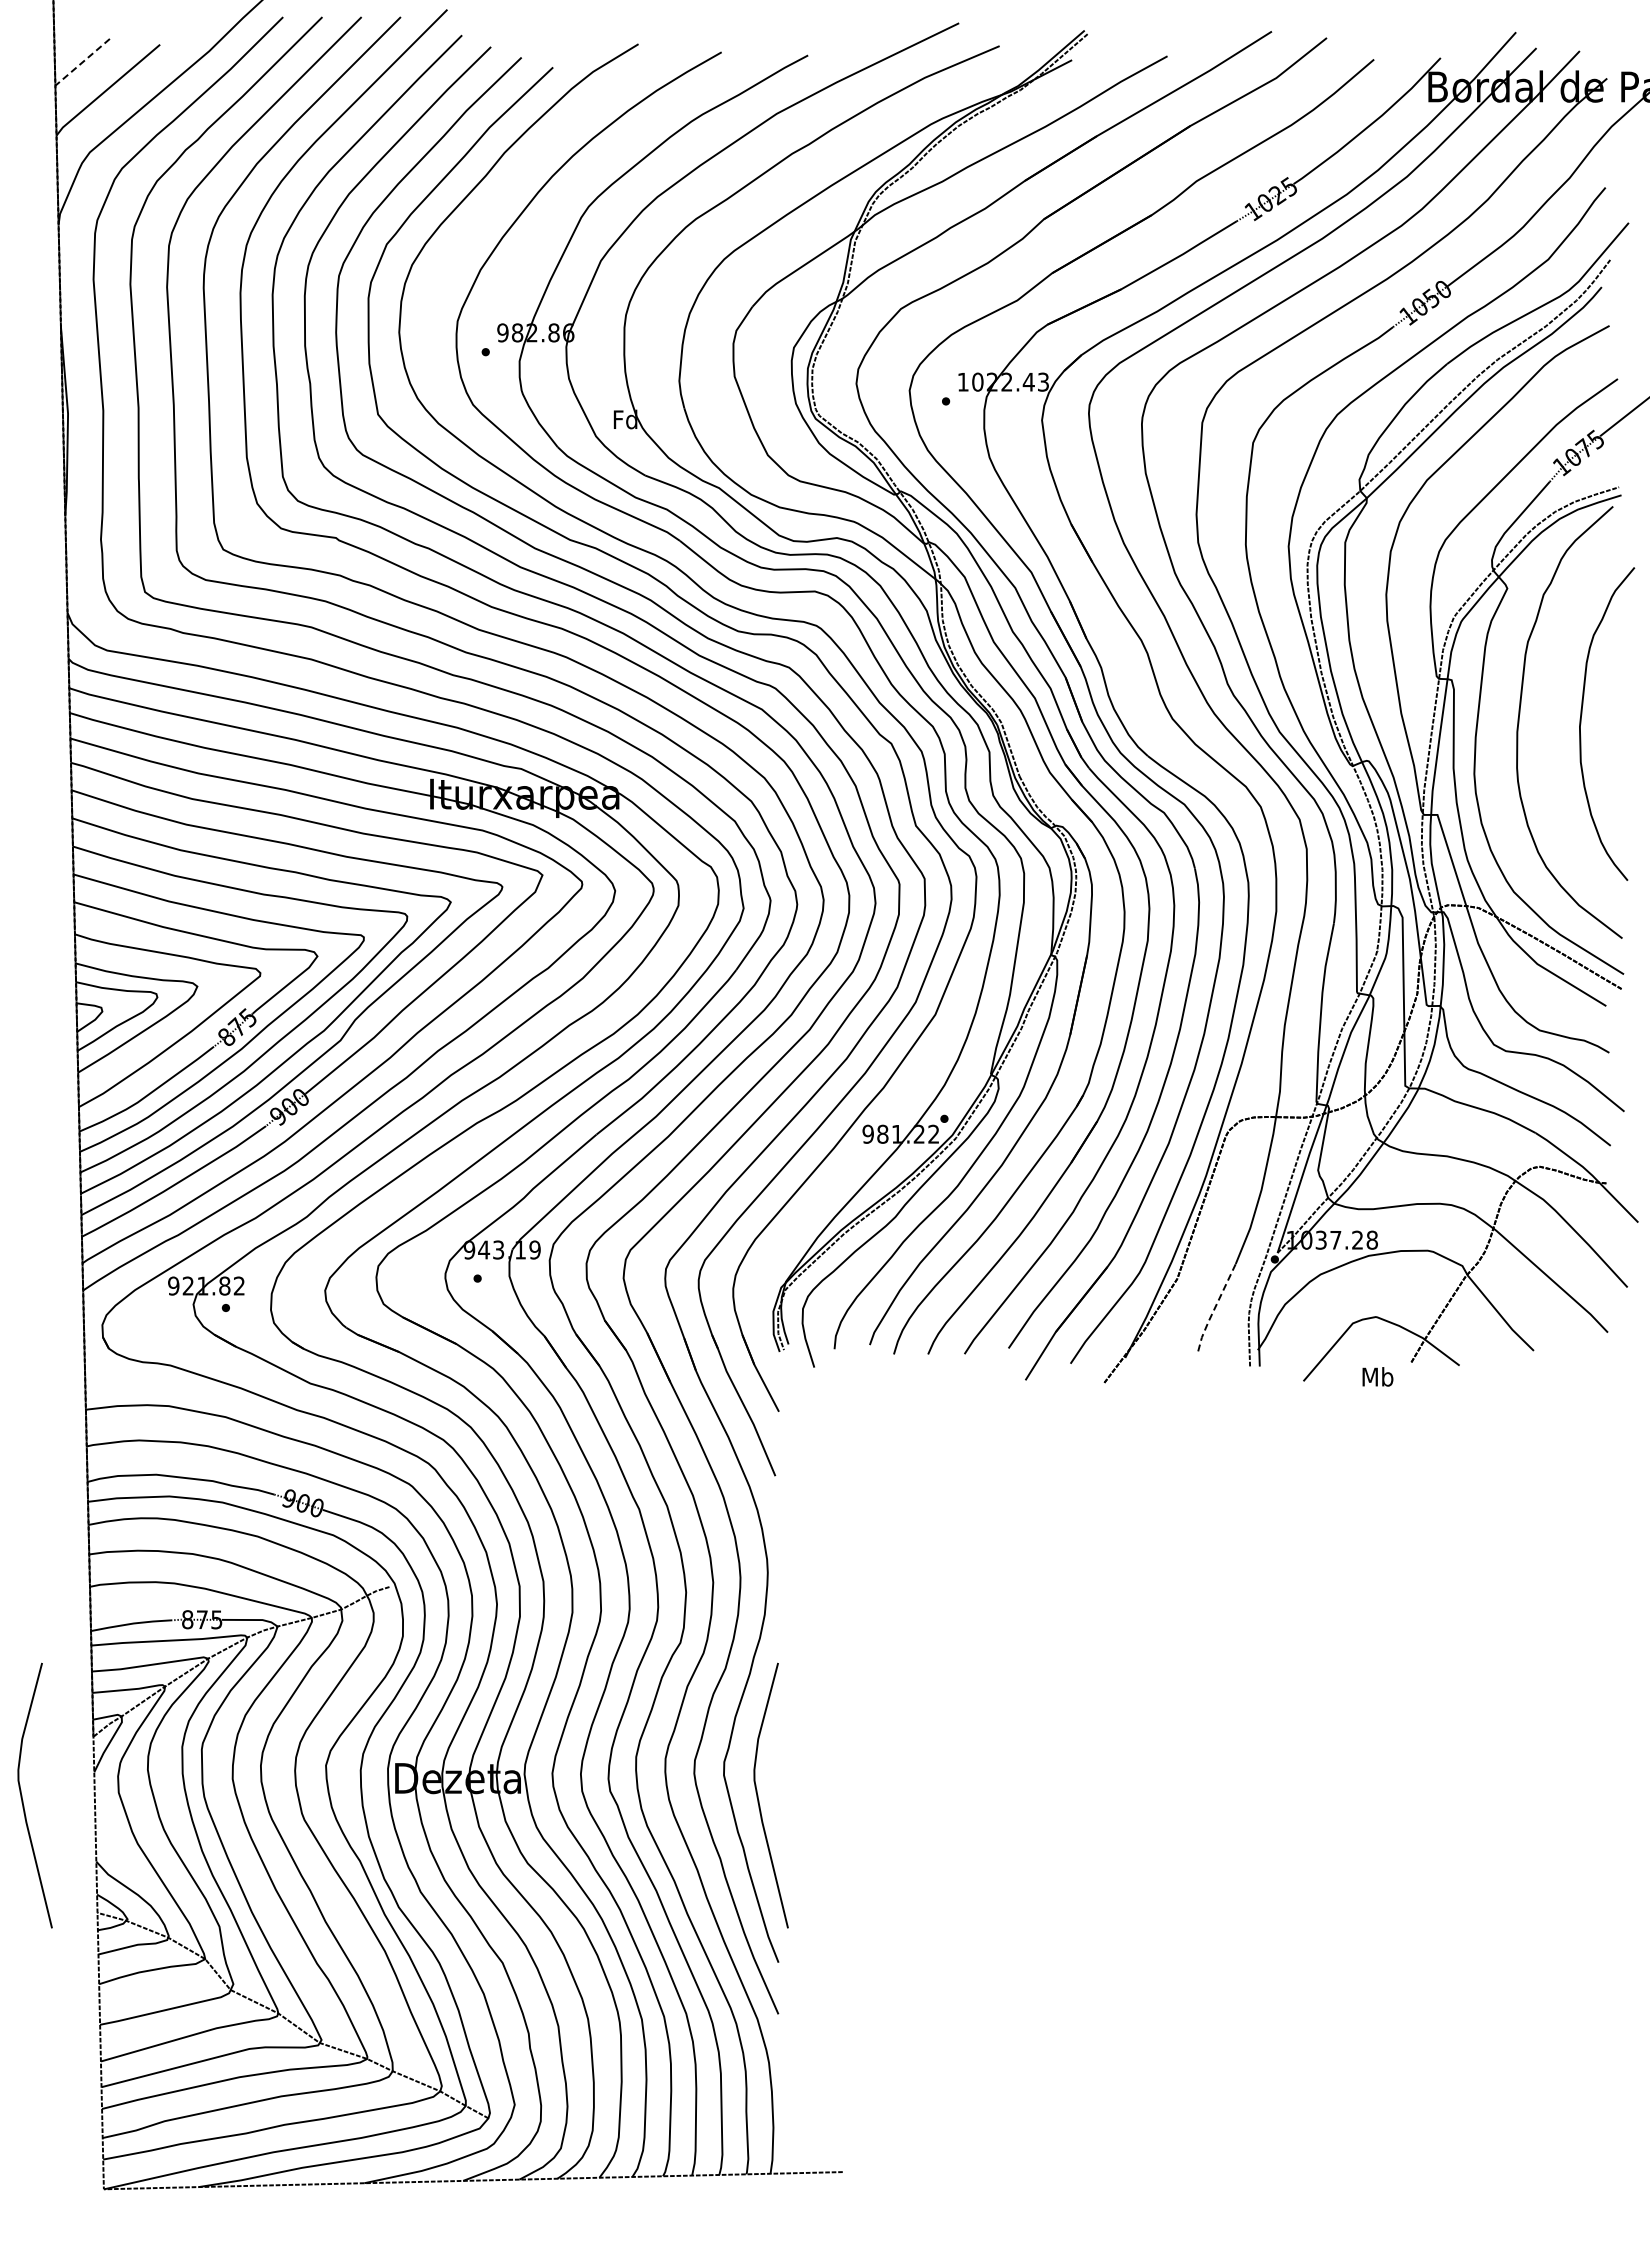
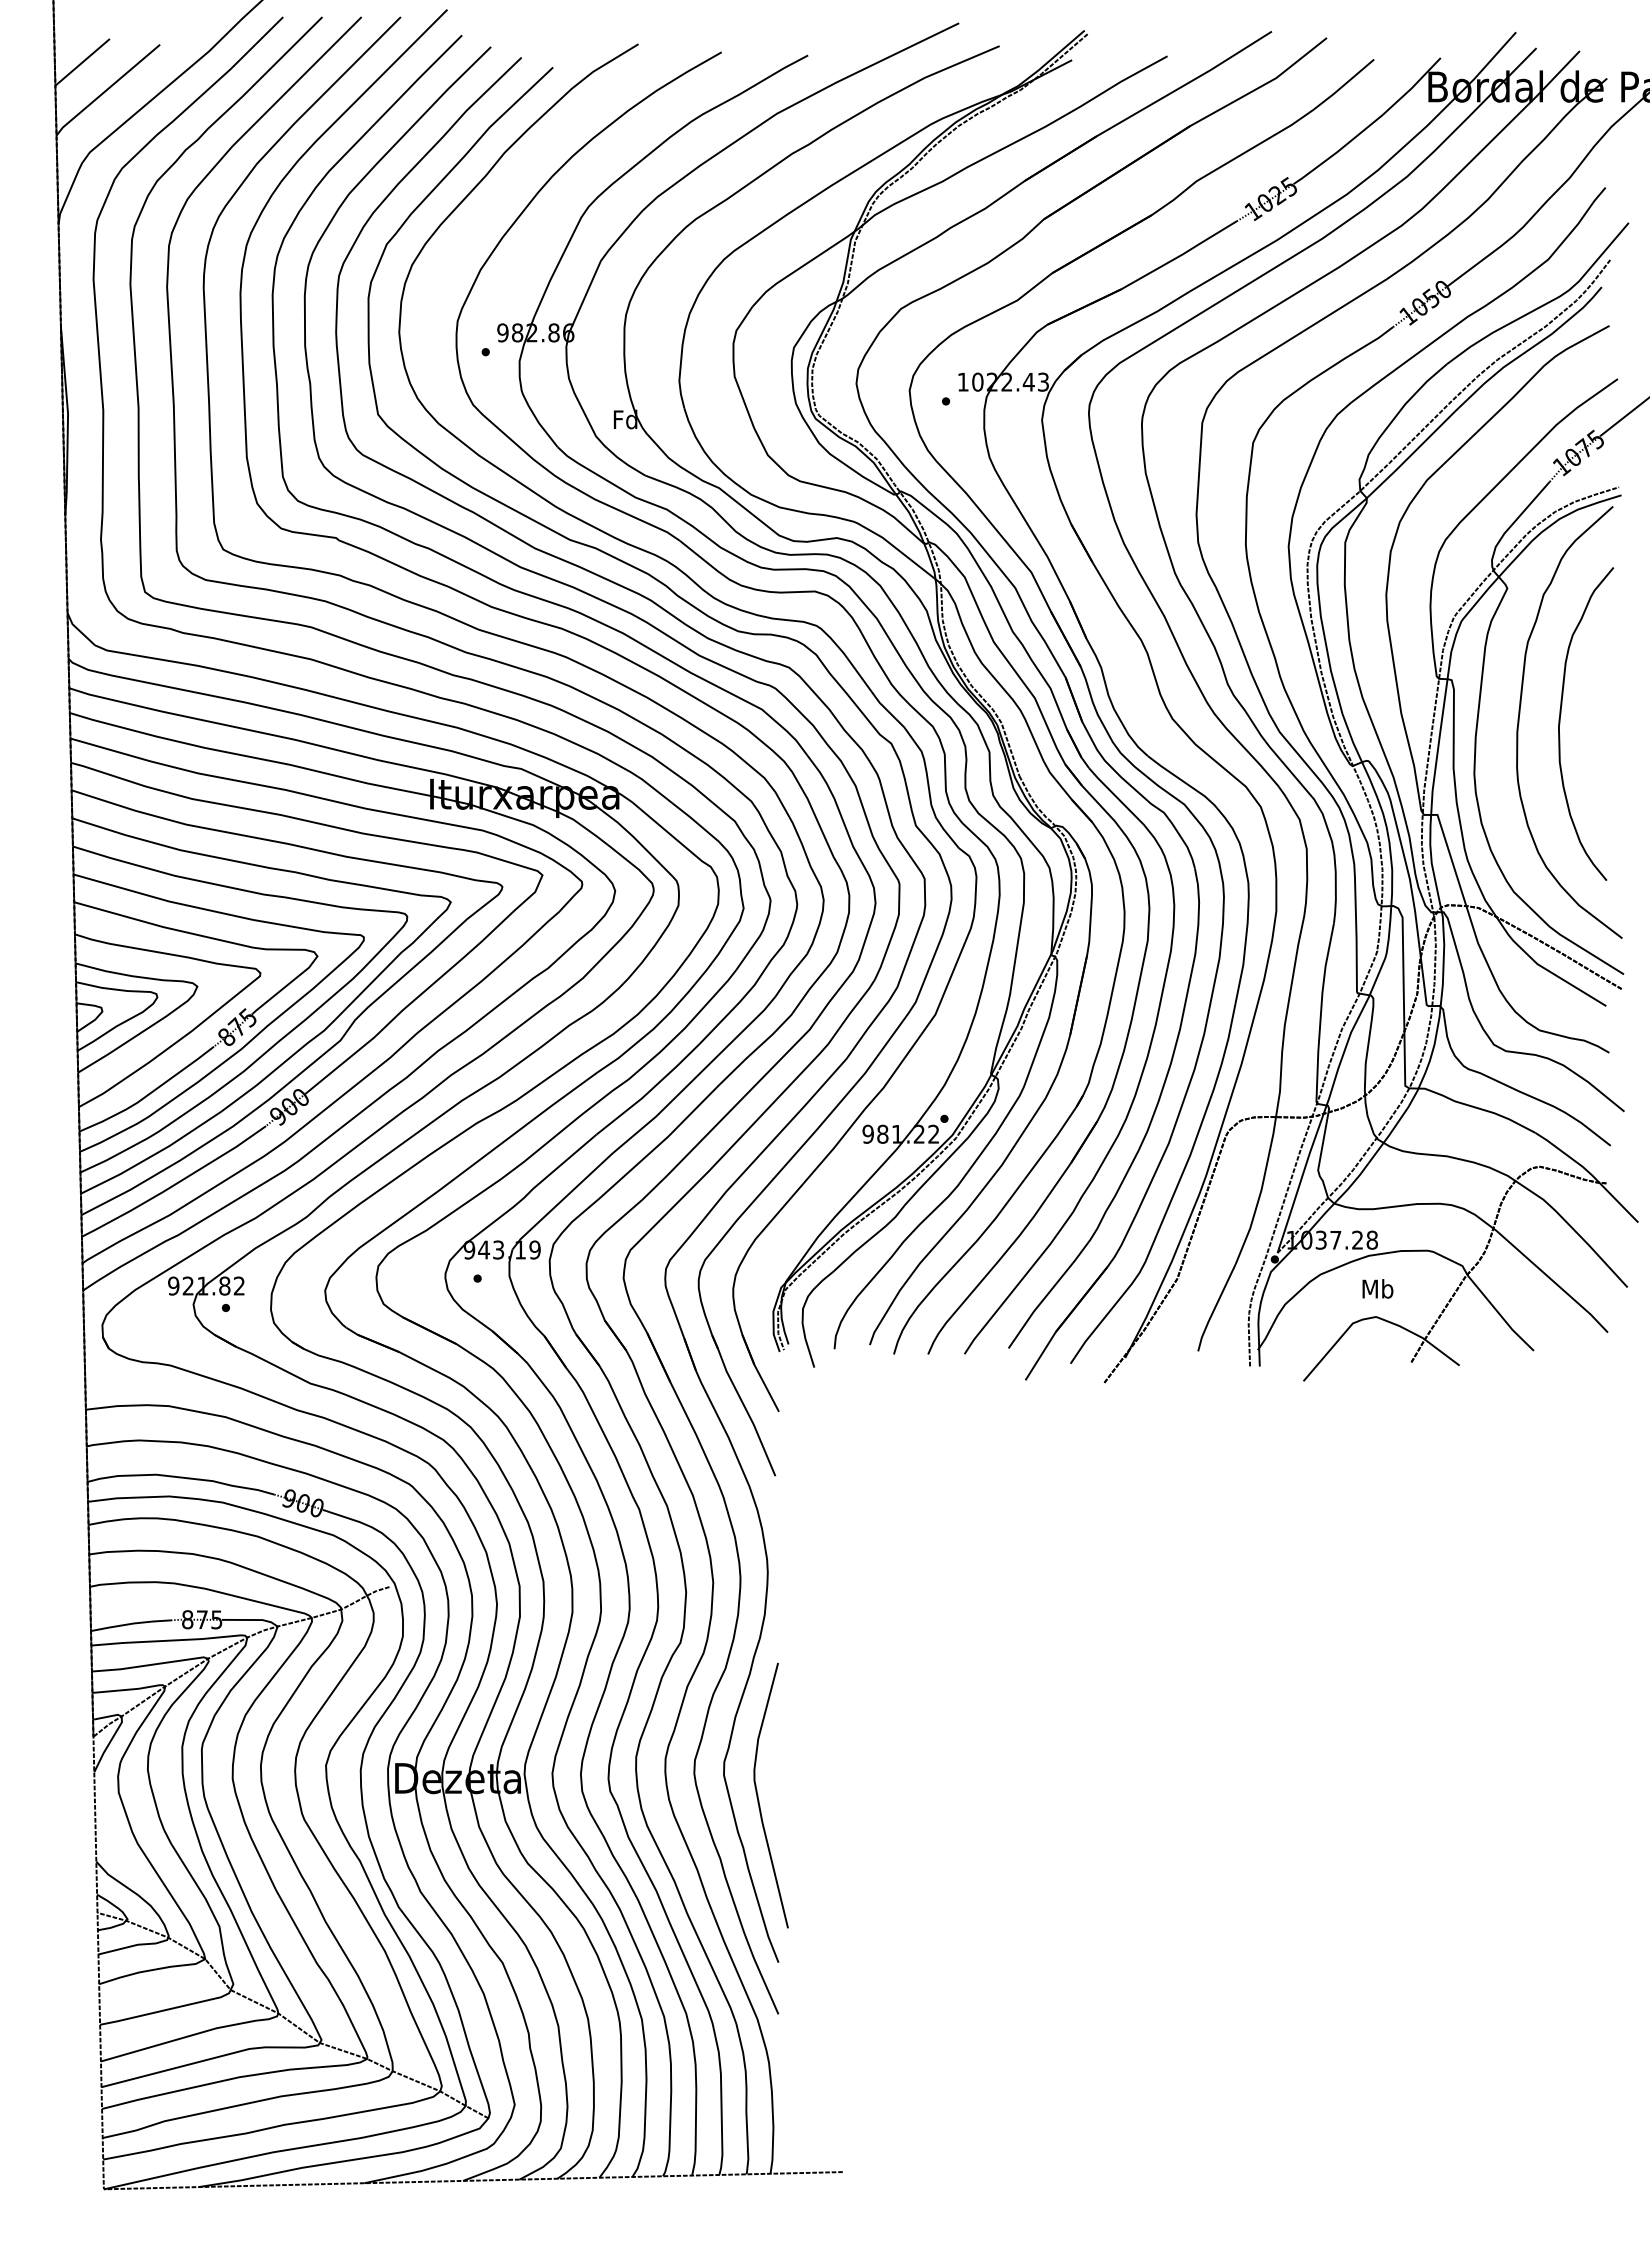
line at (82, 62): dashed -> solid
curve at (1581, 723) position: (1581, 723) -> (1560, 723)
line at (1214, 1308): dashed -> solid
text at (1377, 1376) position: (1377, 1376) -> (1377, 1288)
curve at (22, 1795): present -> none
